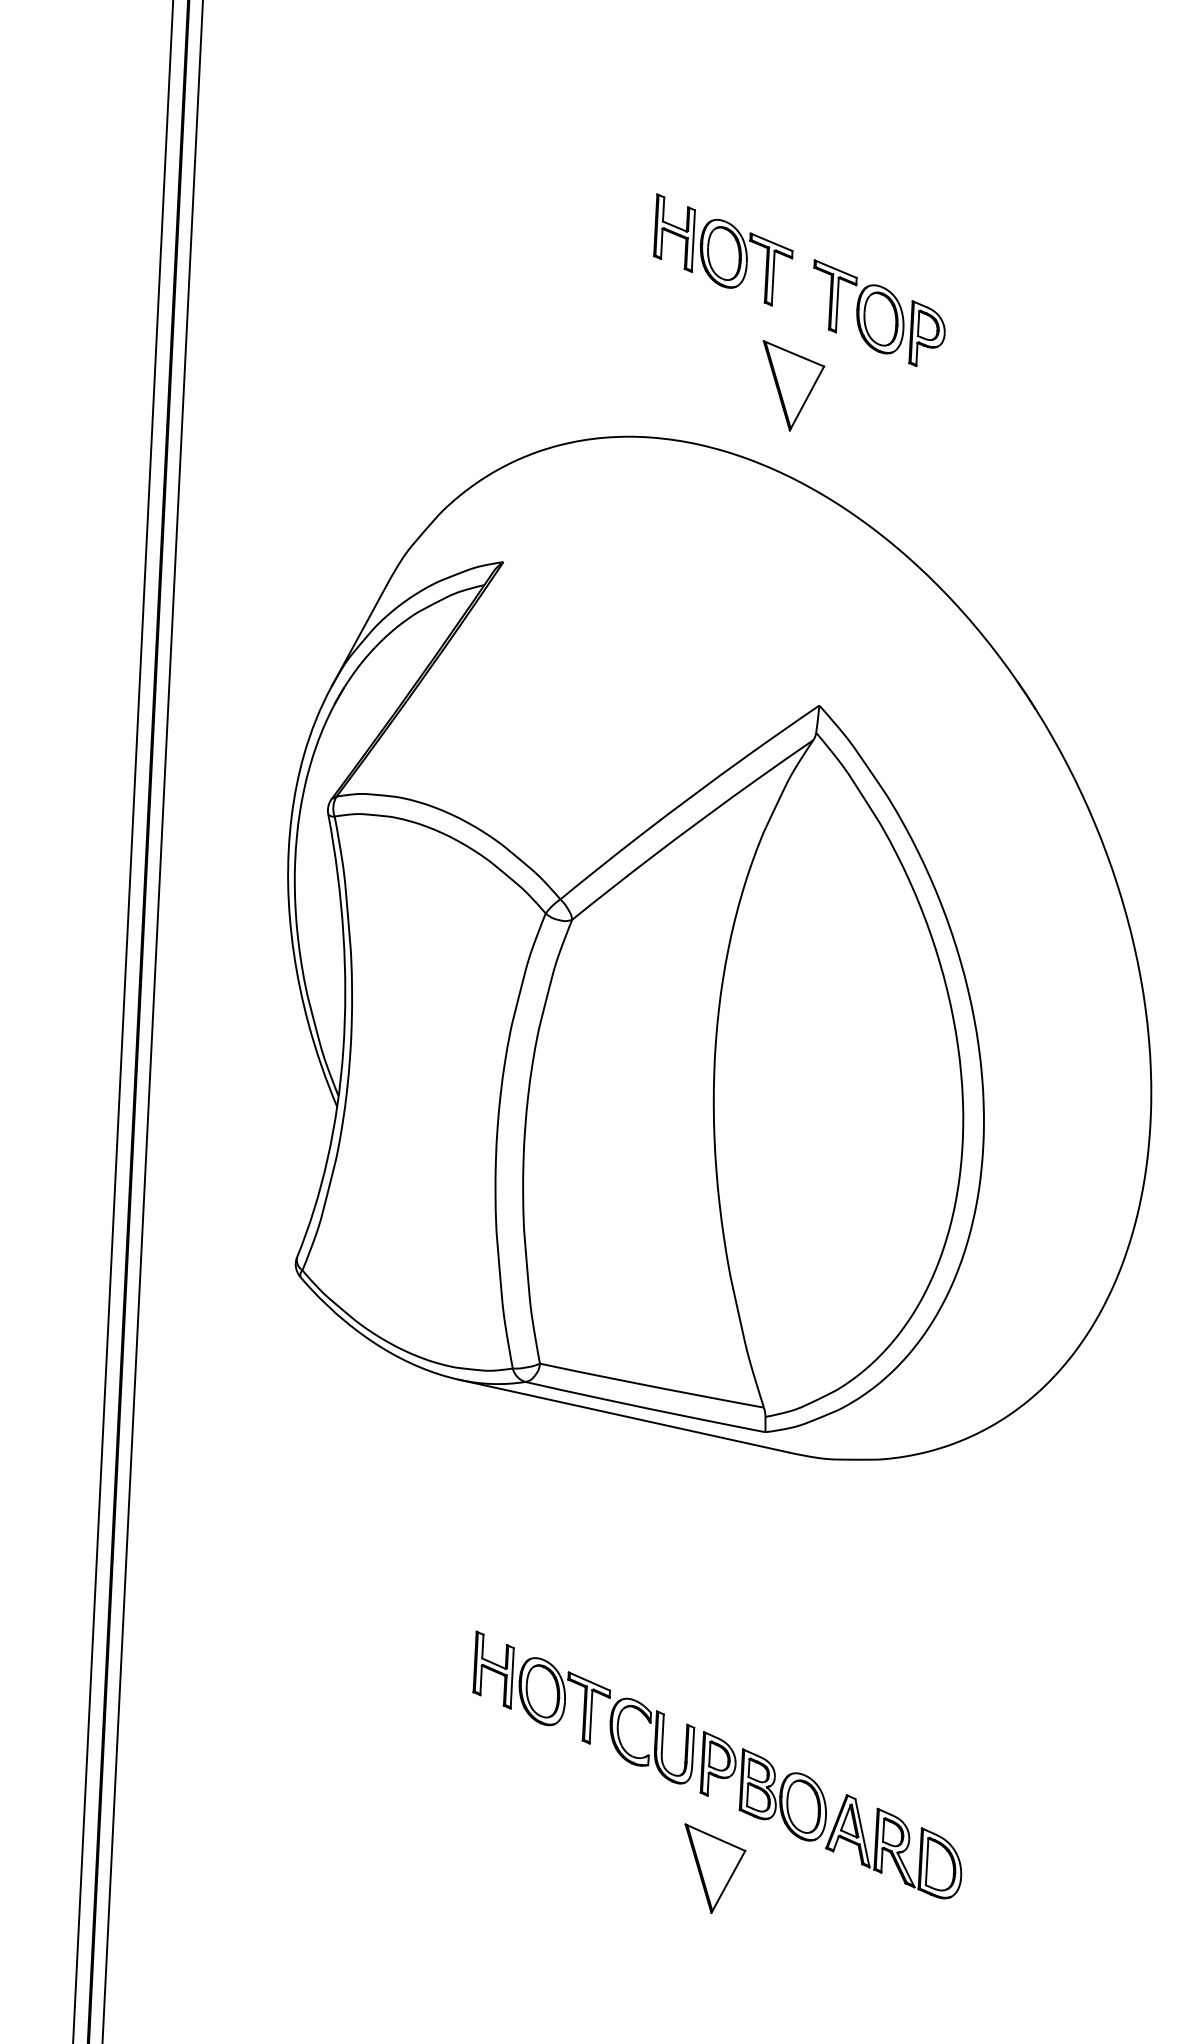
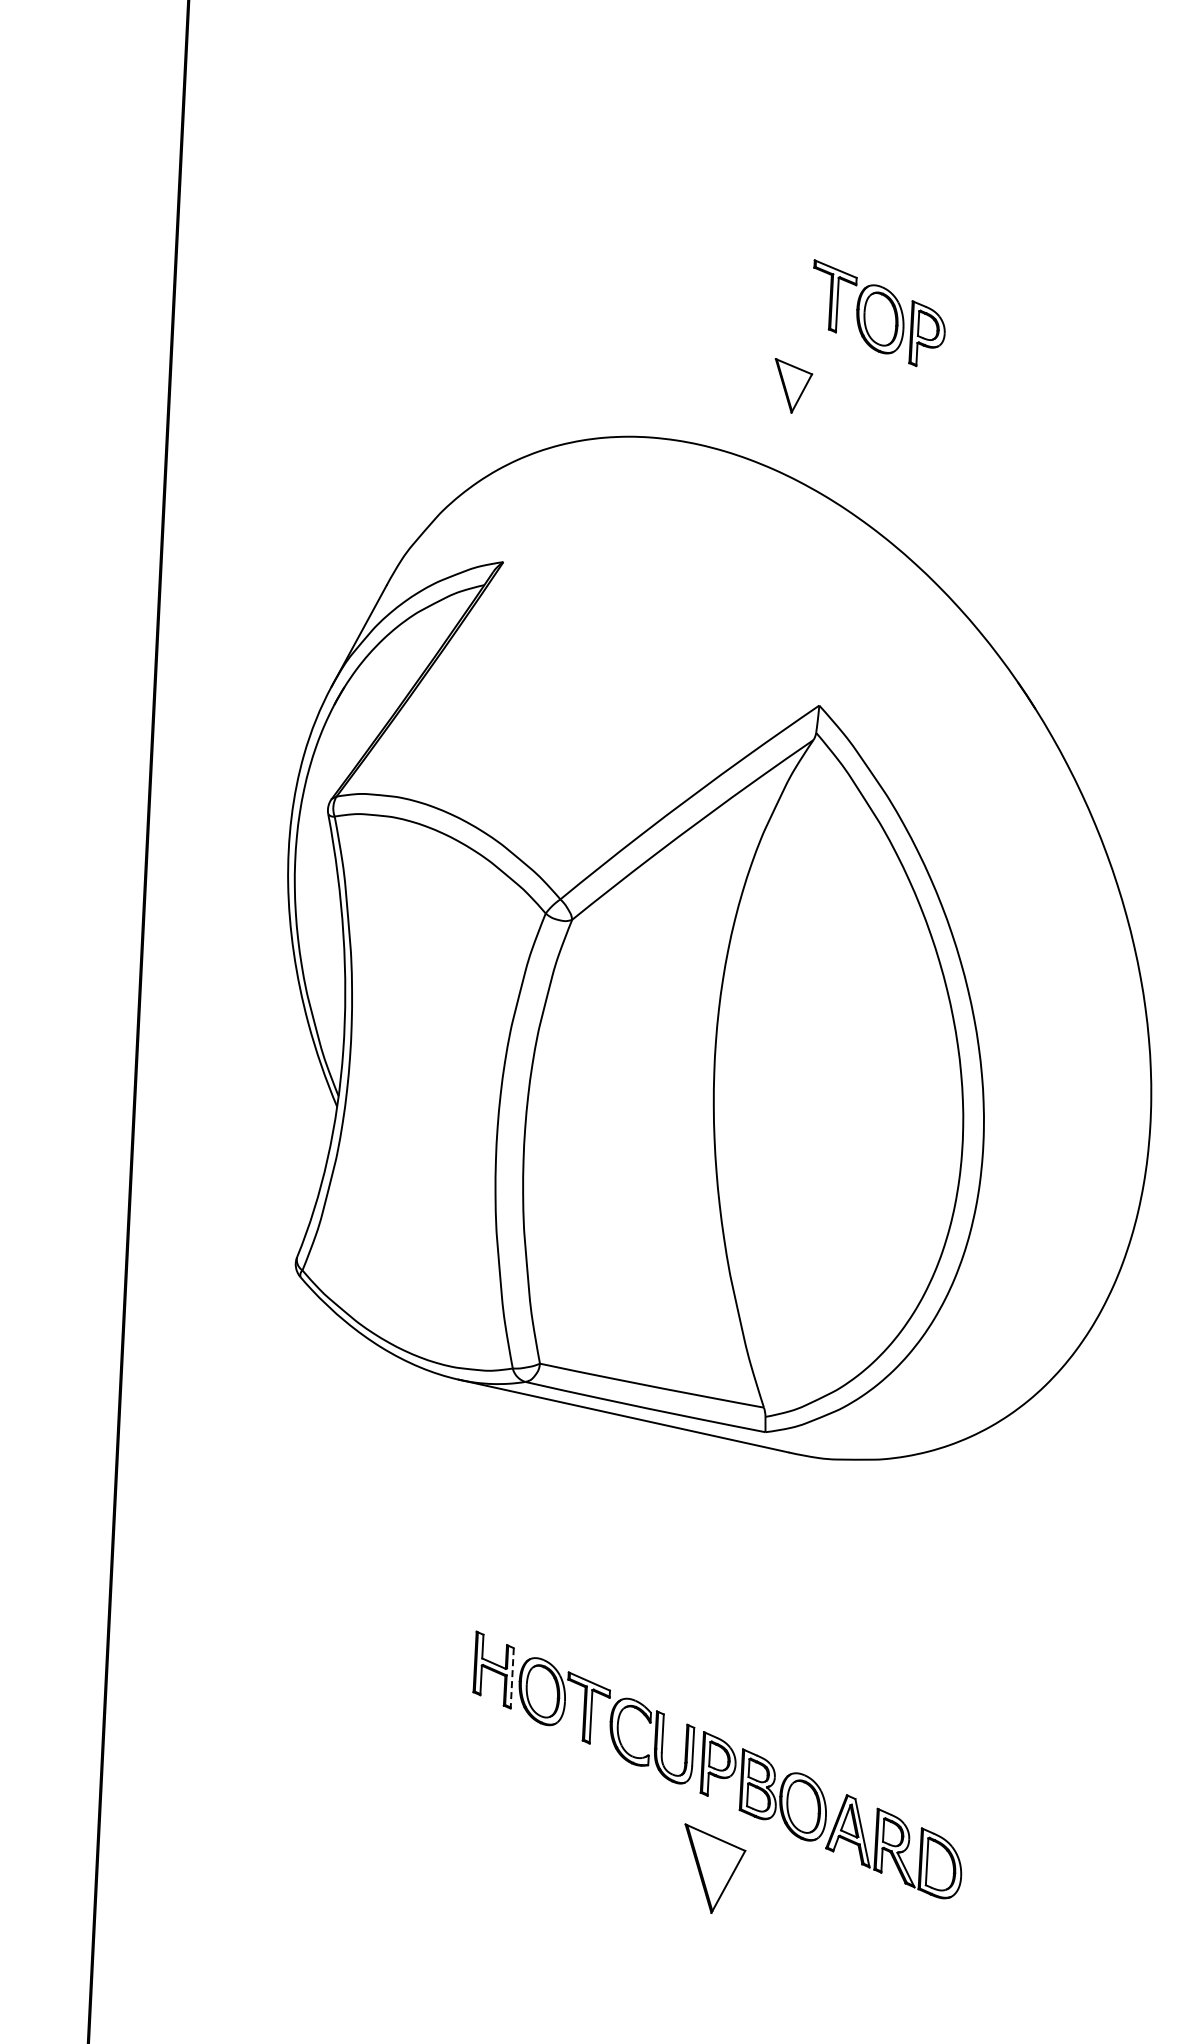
part at (723, 249): present -> none
part at (793, 385) size: 64x92 px -> 40x56 px
line at (123, 1021): present -> none
line at (152, 1021): present -> none
line at (512, 1678): solid -> dashed
